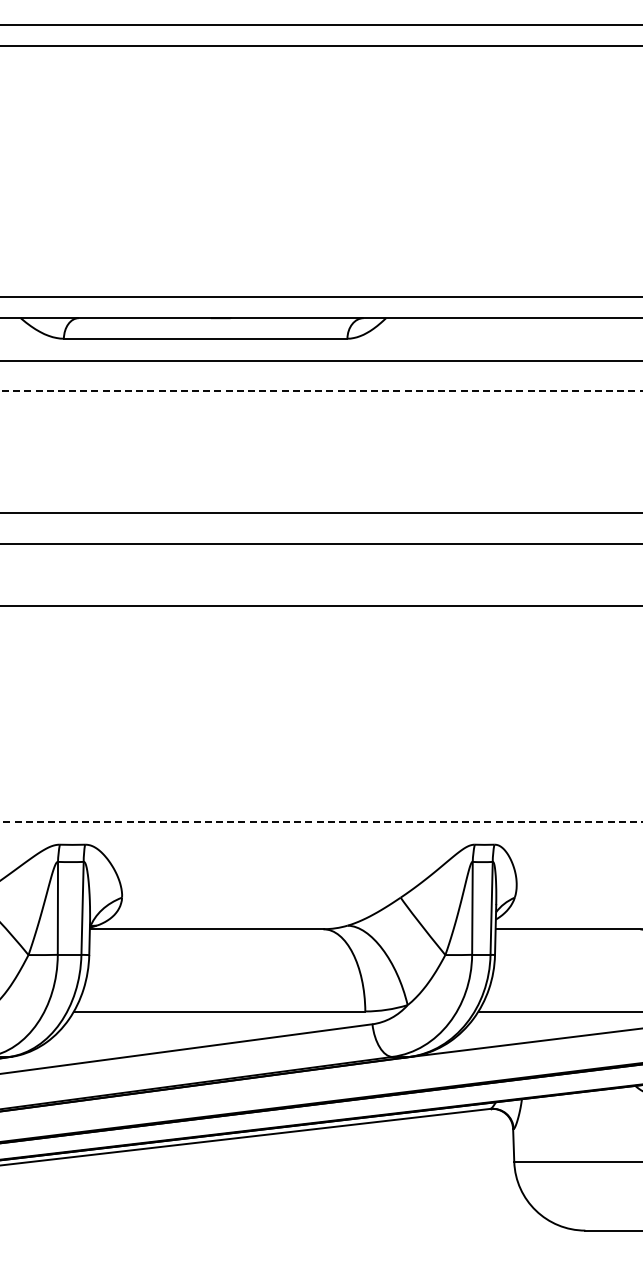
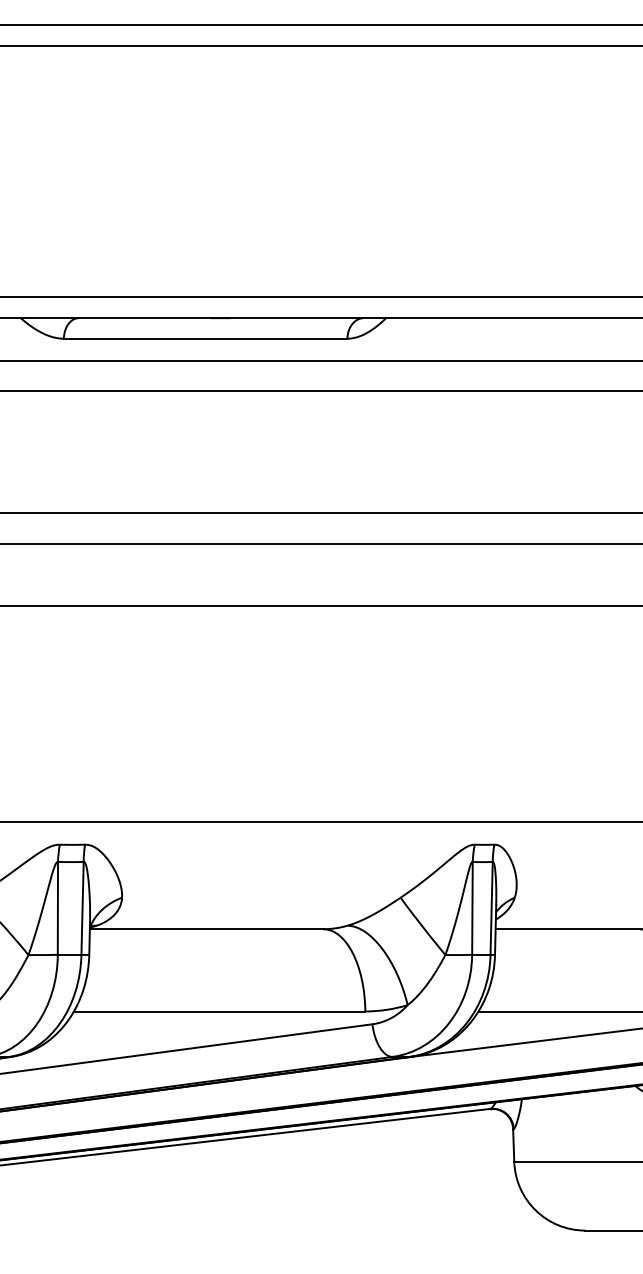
line at (322, 390): dashed -> solid
line at (321, 822): dashed -> solid
